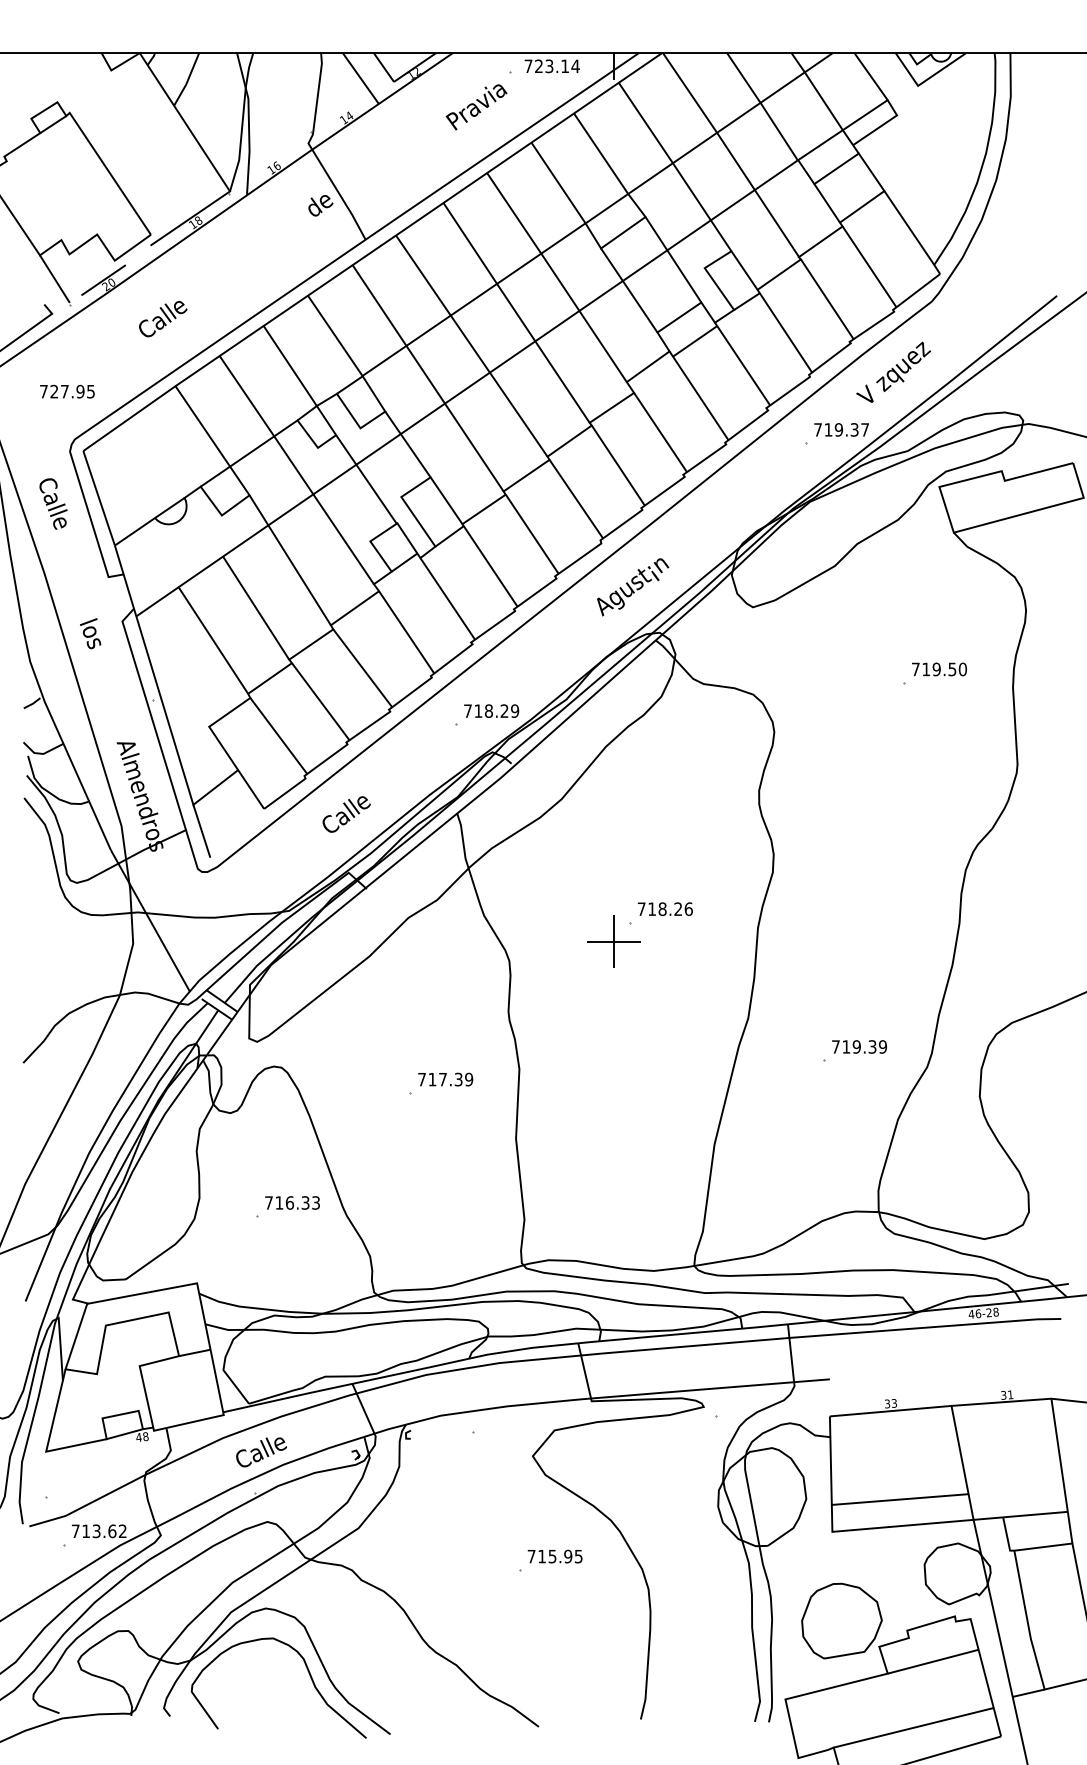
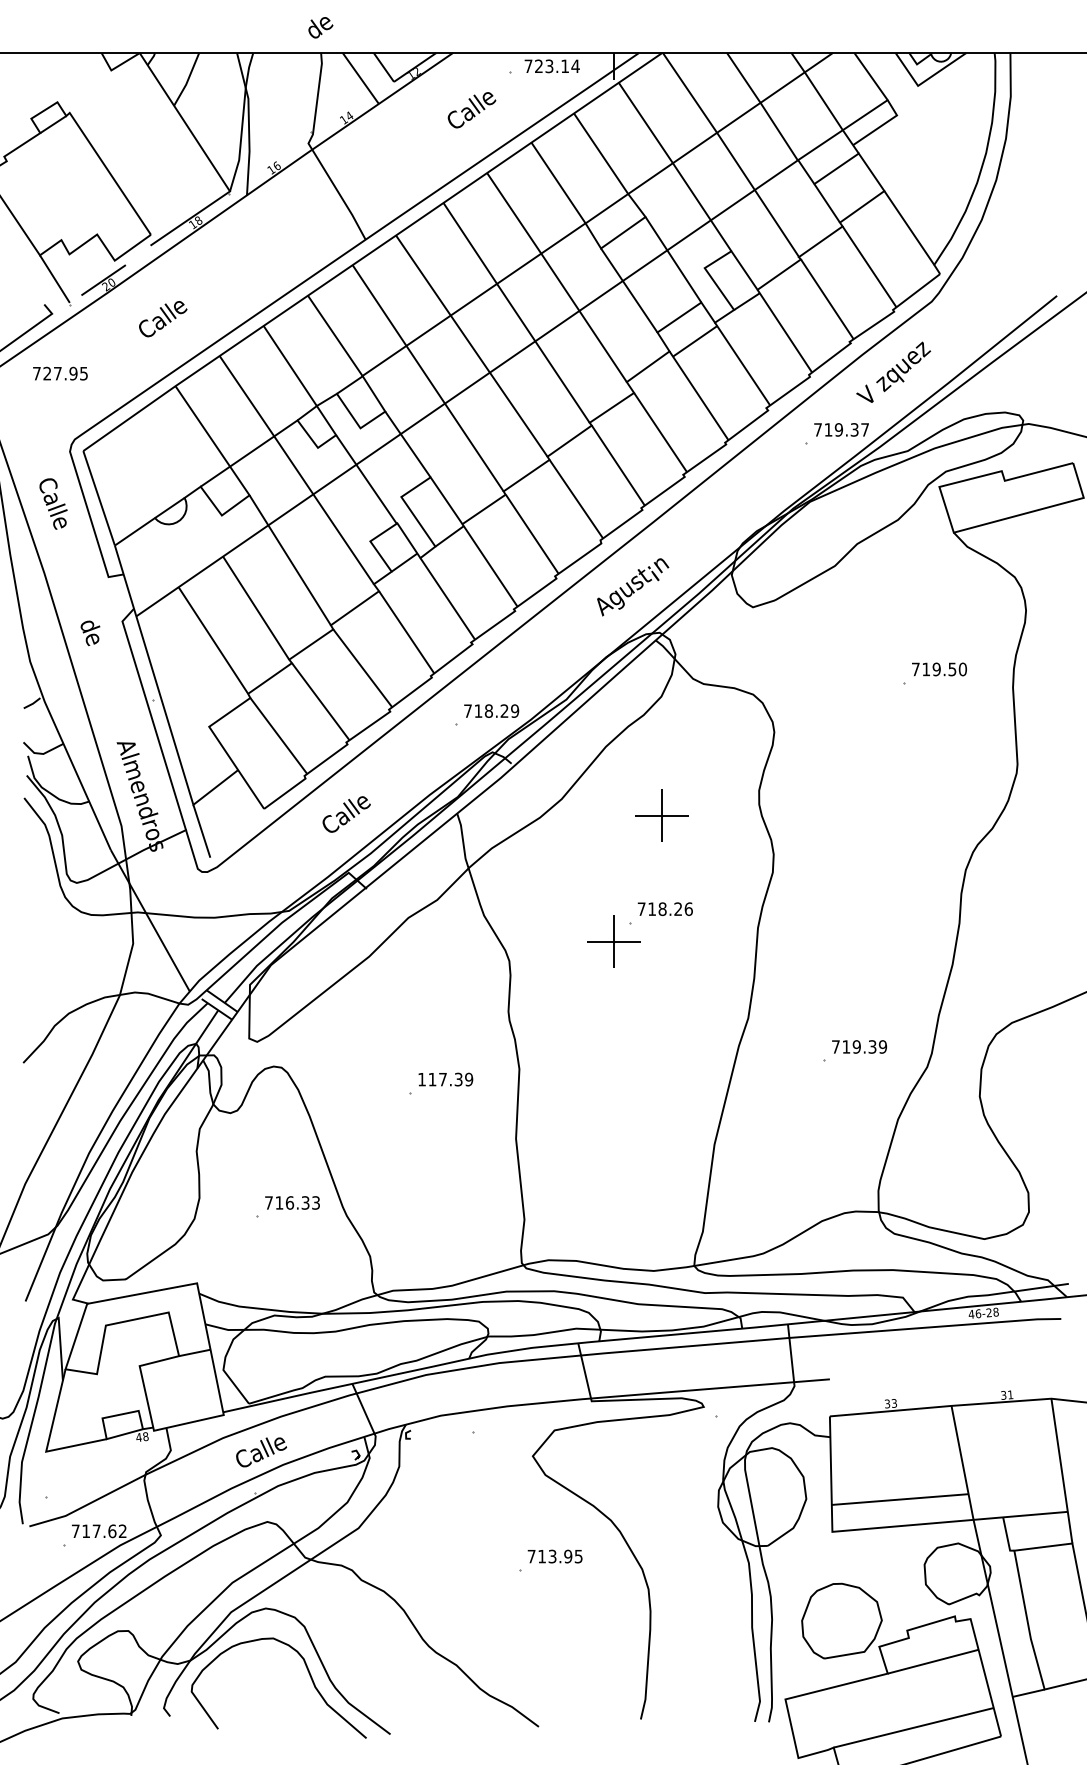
text at (476, 107): Pravia -> Calle
text at (320, 205) position: (320, 205) -> (320, 27)
text at (67, 391) position: (67, 391) -> (60, 373)
text at (90, 633): los -> de
part at (661, 815): none -> present
text at (421, 1079): 717.39 -> 117.39
text at (96, 1531): 713.62 -> 717.62
text at (552, 1555): 715.95 -> 713.95
